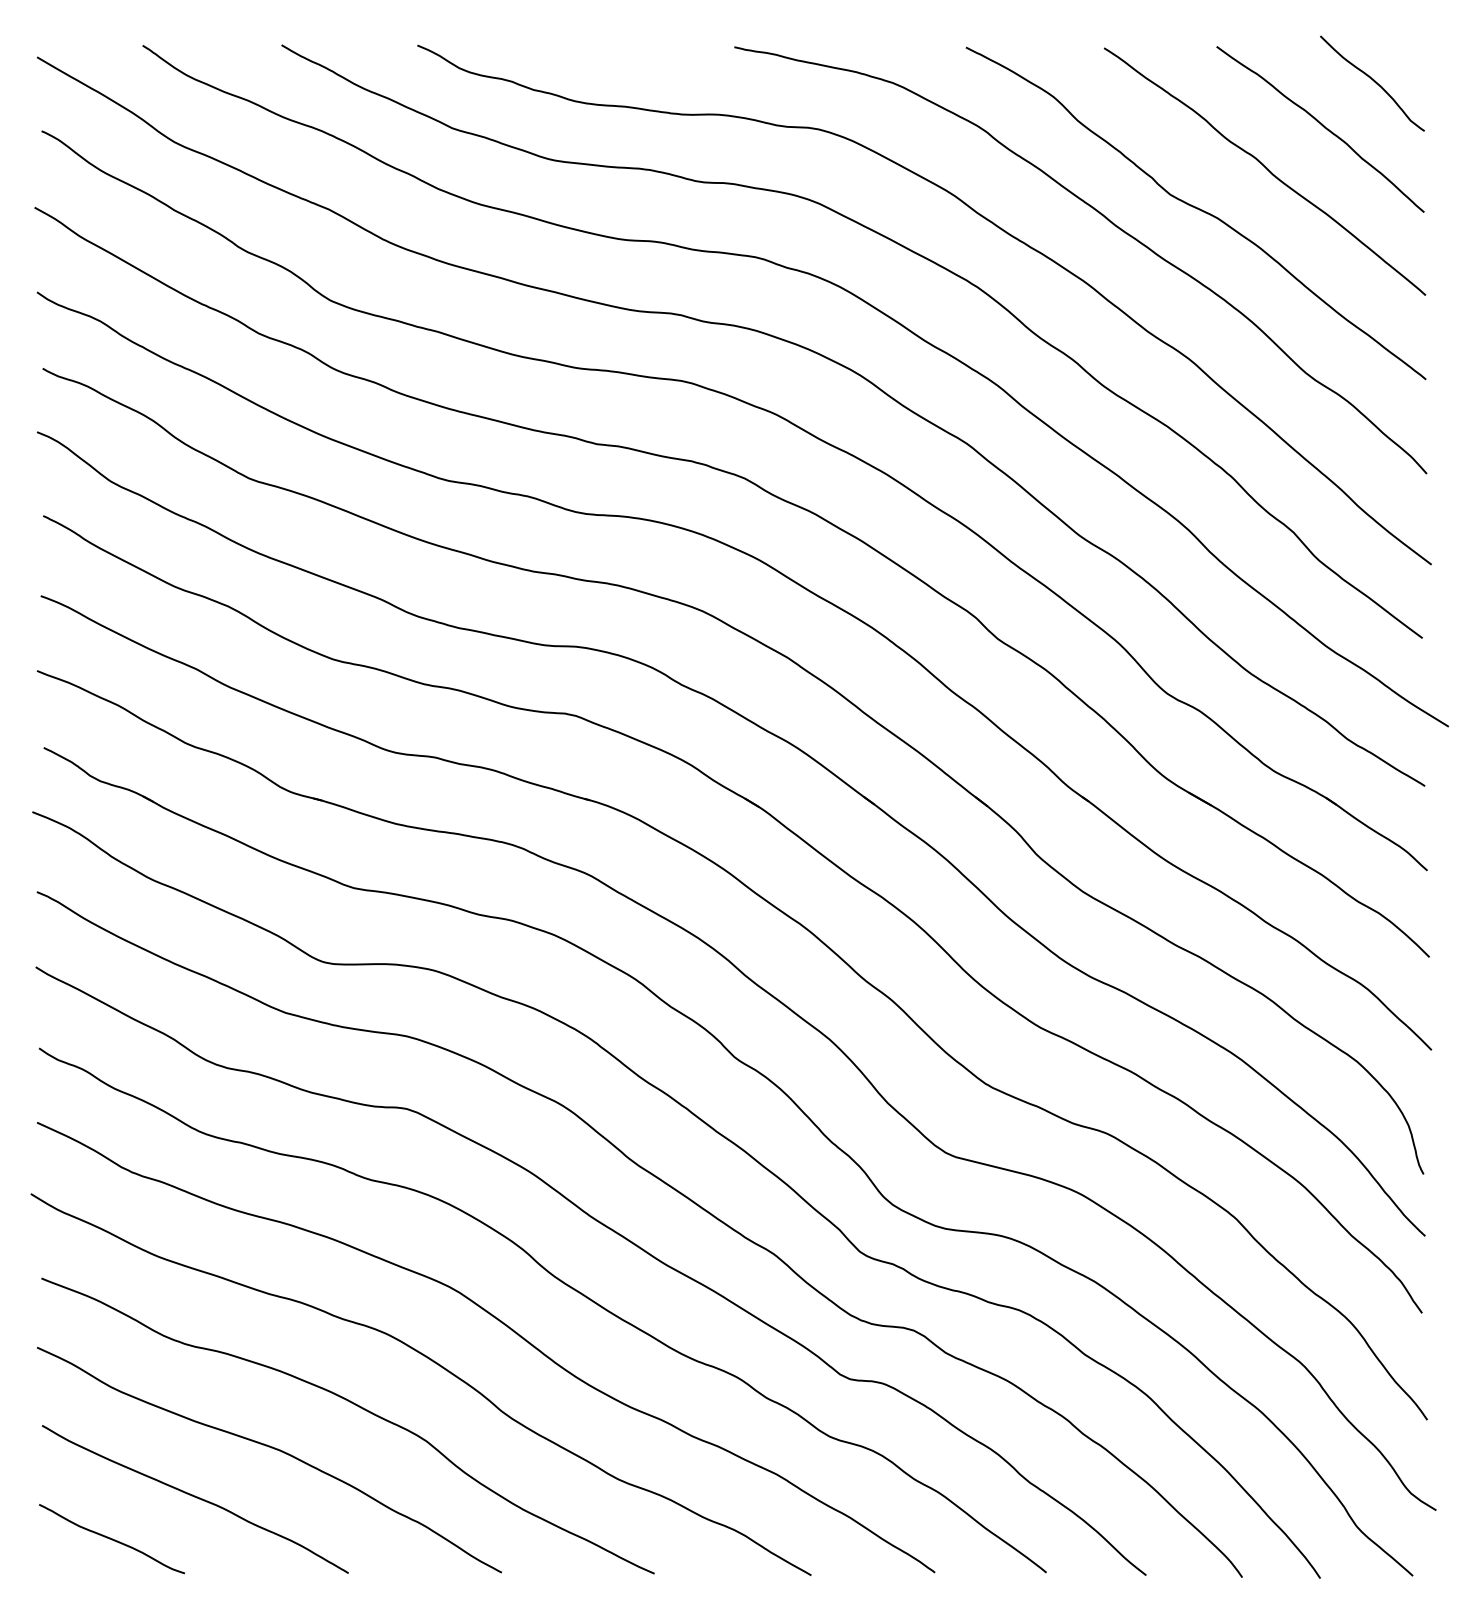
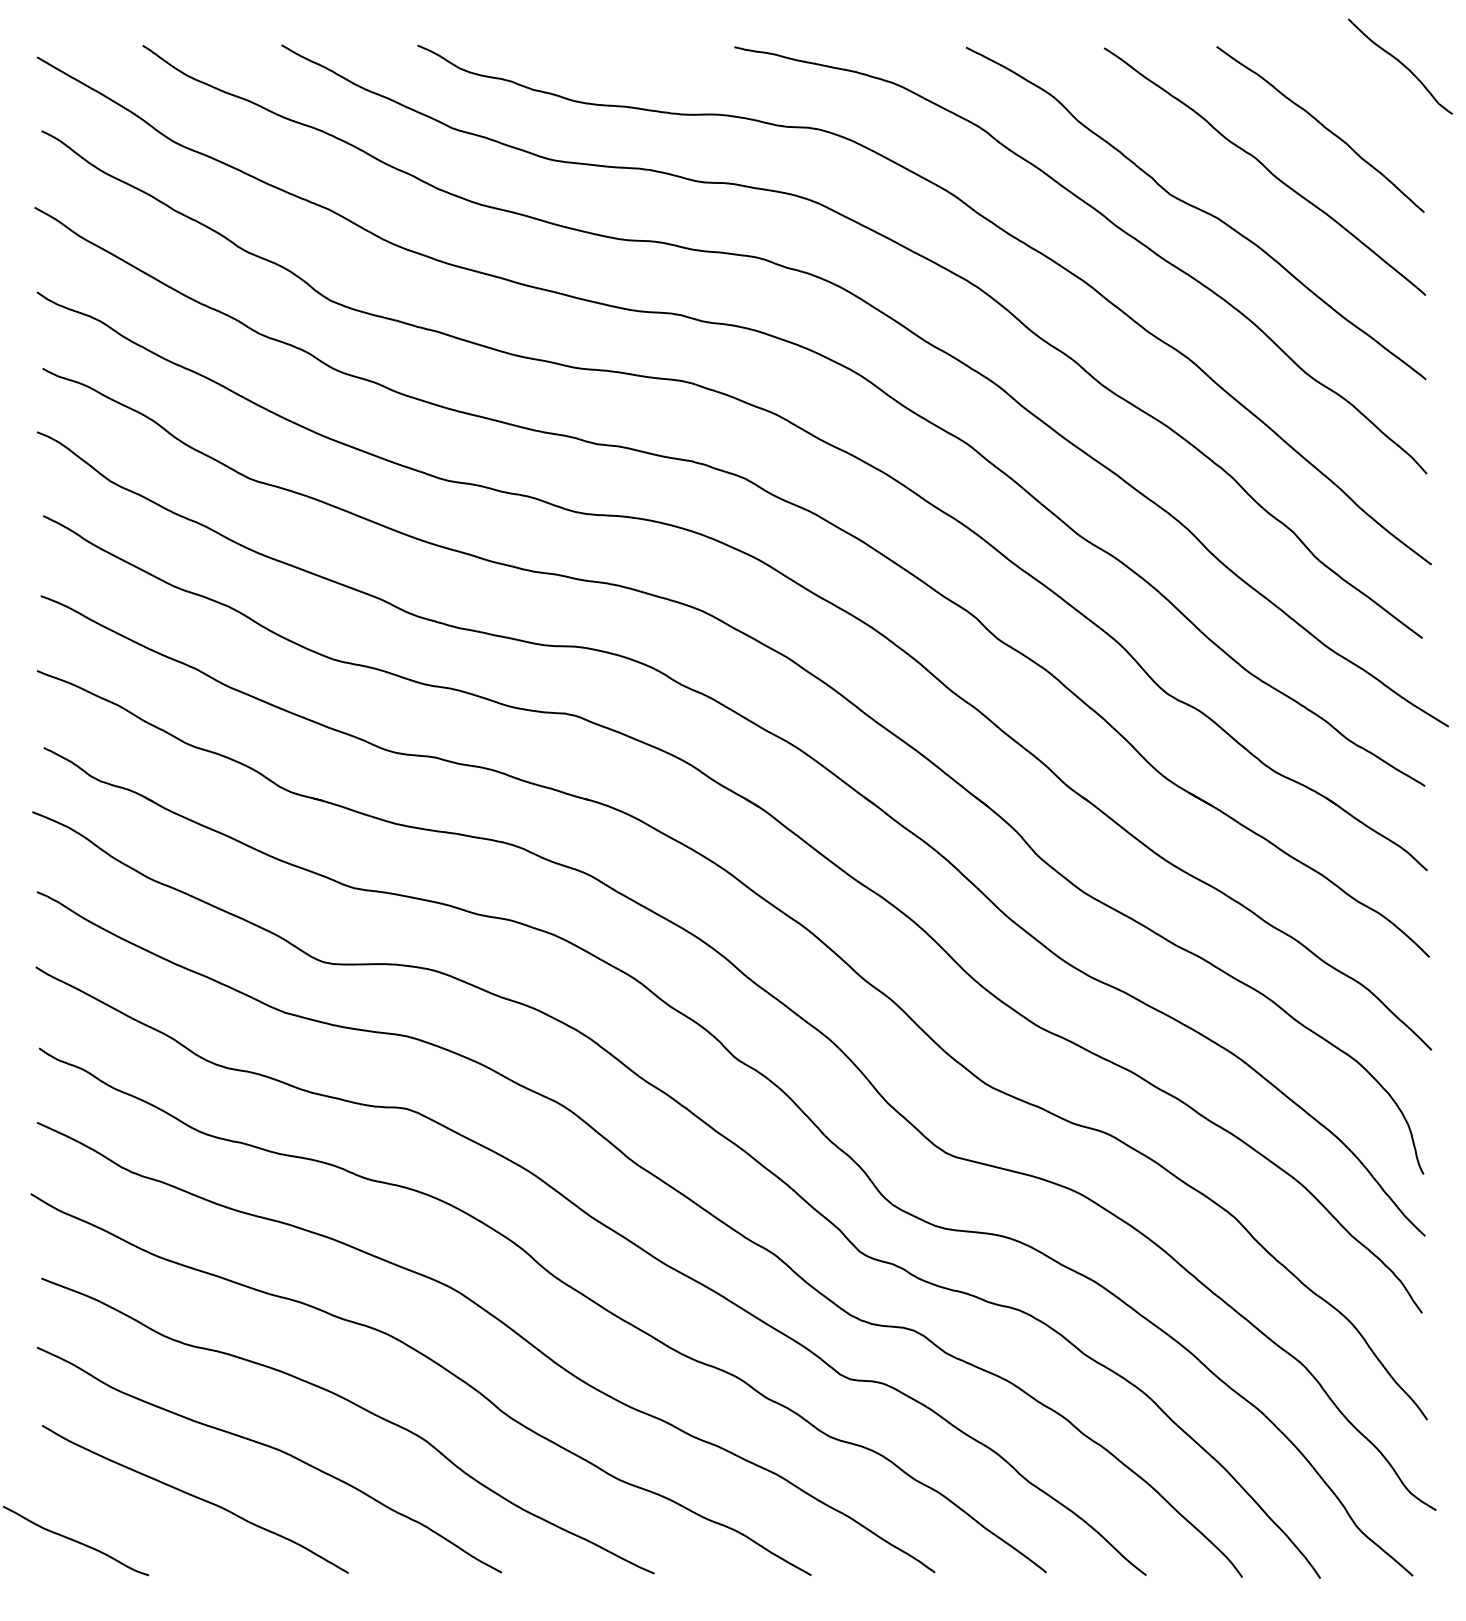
curve at (1373, 81) position: (1373, 81) -> (1401, 64)
curve at (111, 1539) position: (111, 1539) -> (75, 1541)
